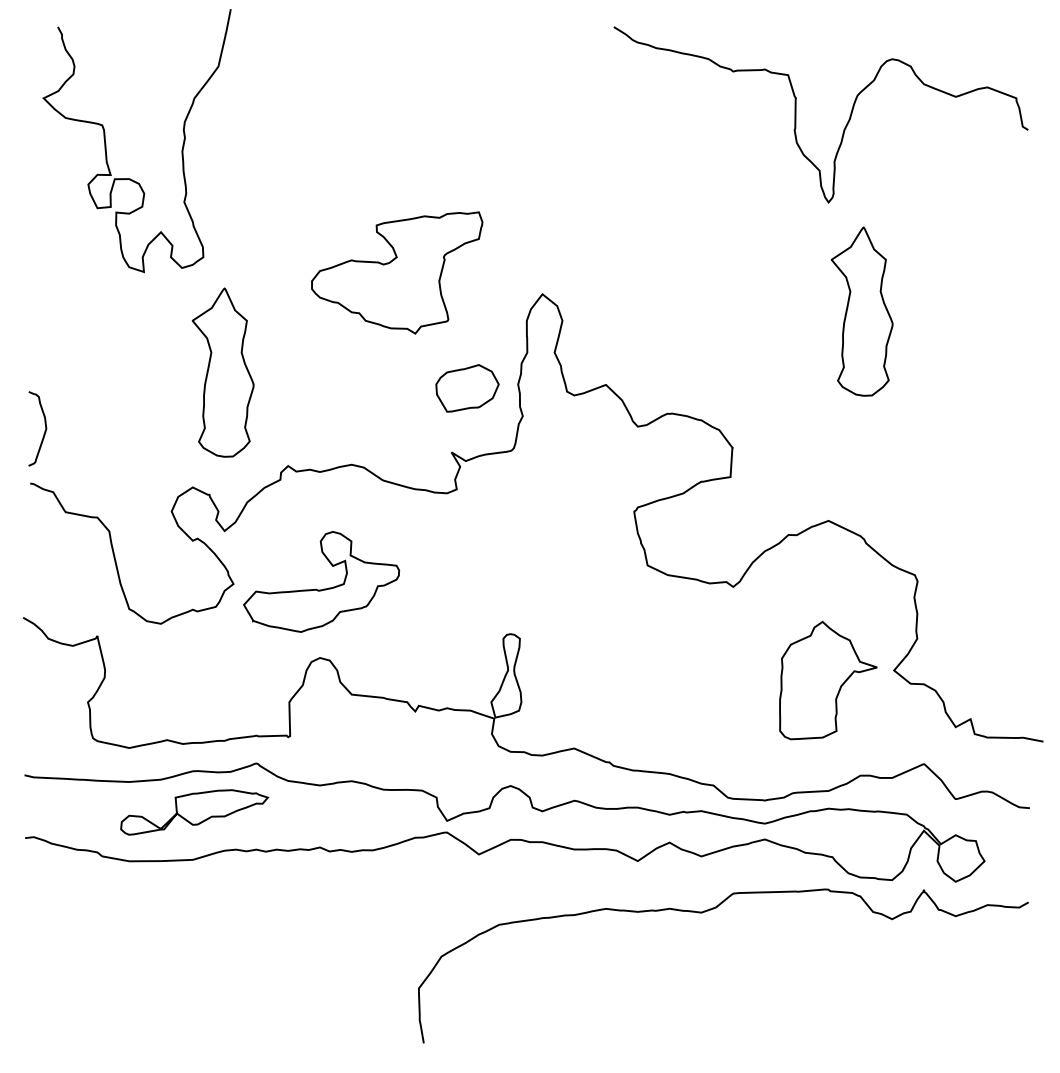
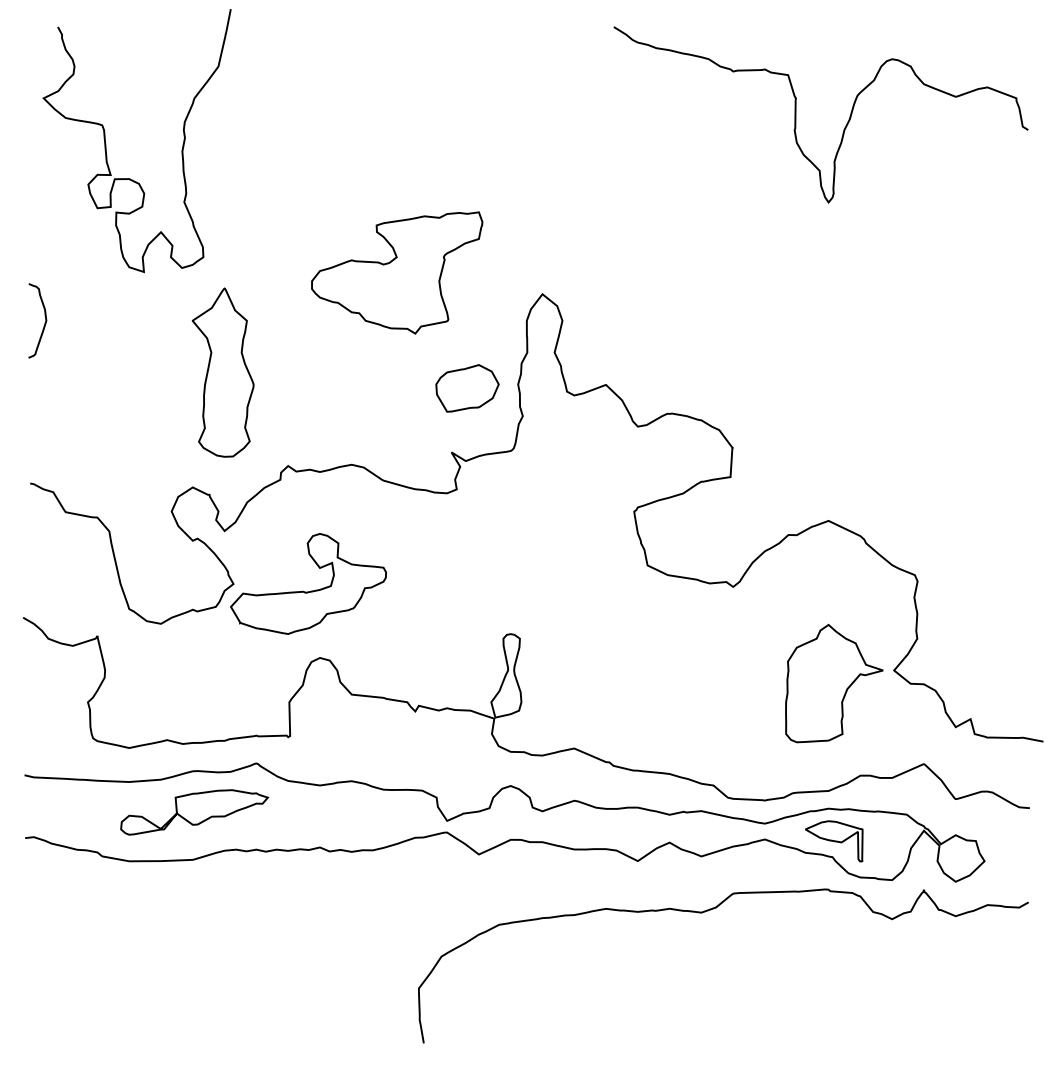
part at (861, 311): present -> none
curve at (44, 430) position: (44, 430) -> (44, 322)
part at (323, 588) position: (323, 588) -> (310, 590)
part at (828, 680) position: (828, 680) -> (834, 683)
part at (834, 841): none -> present
